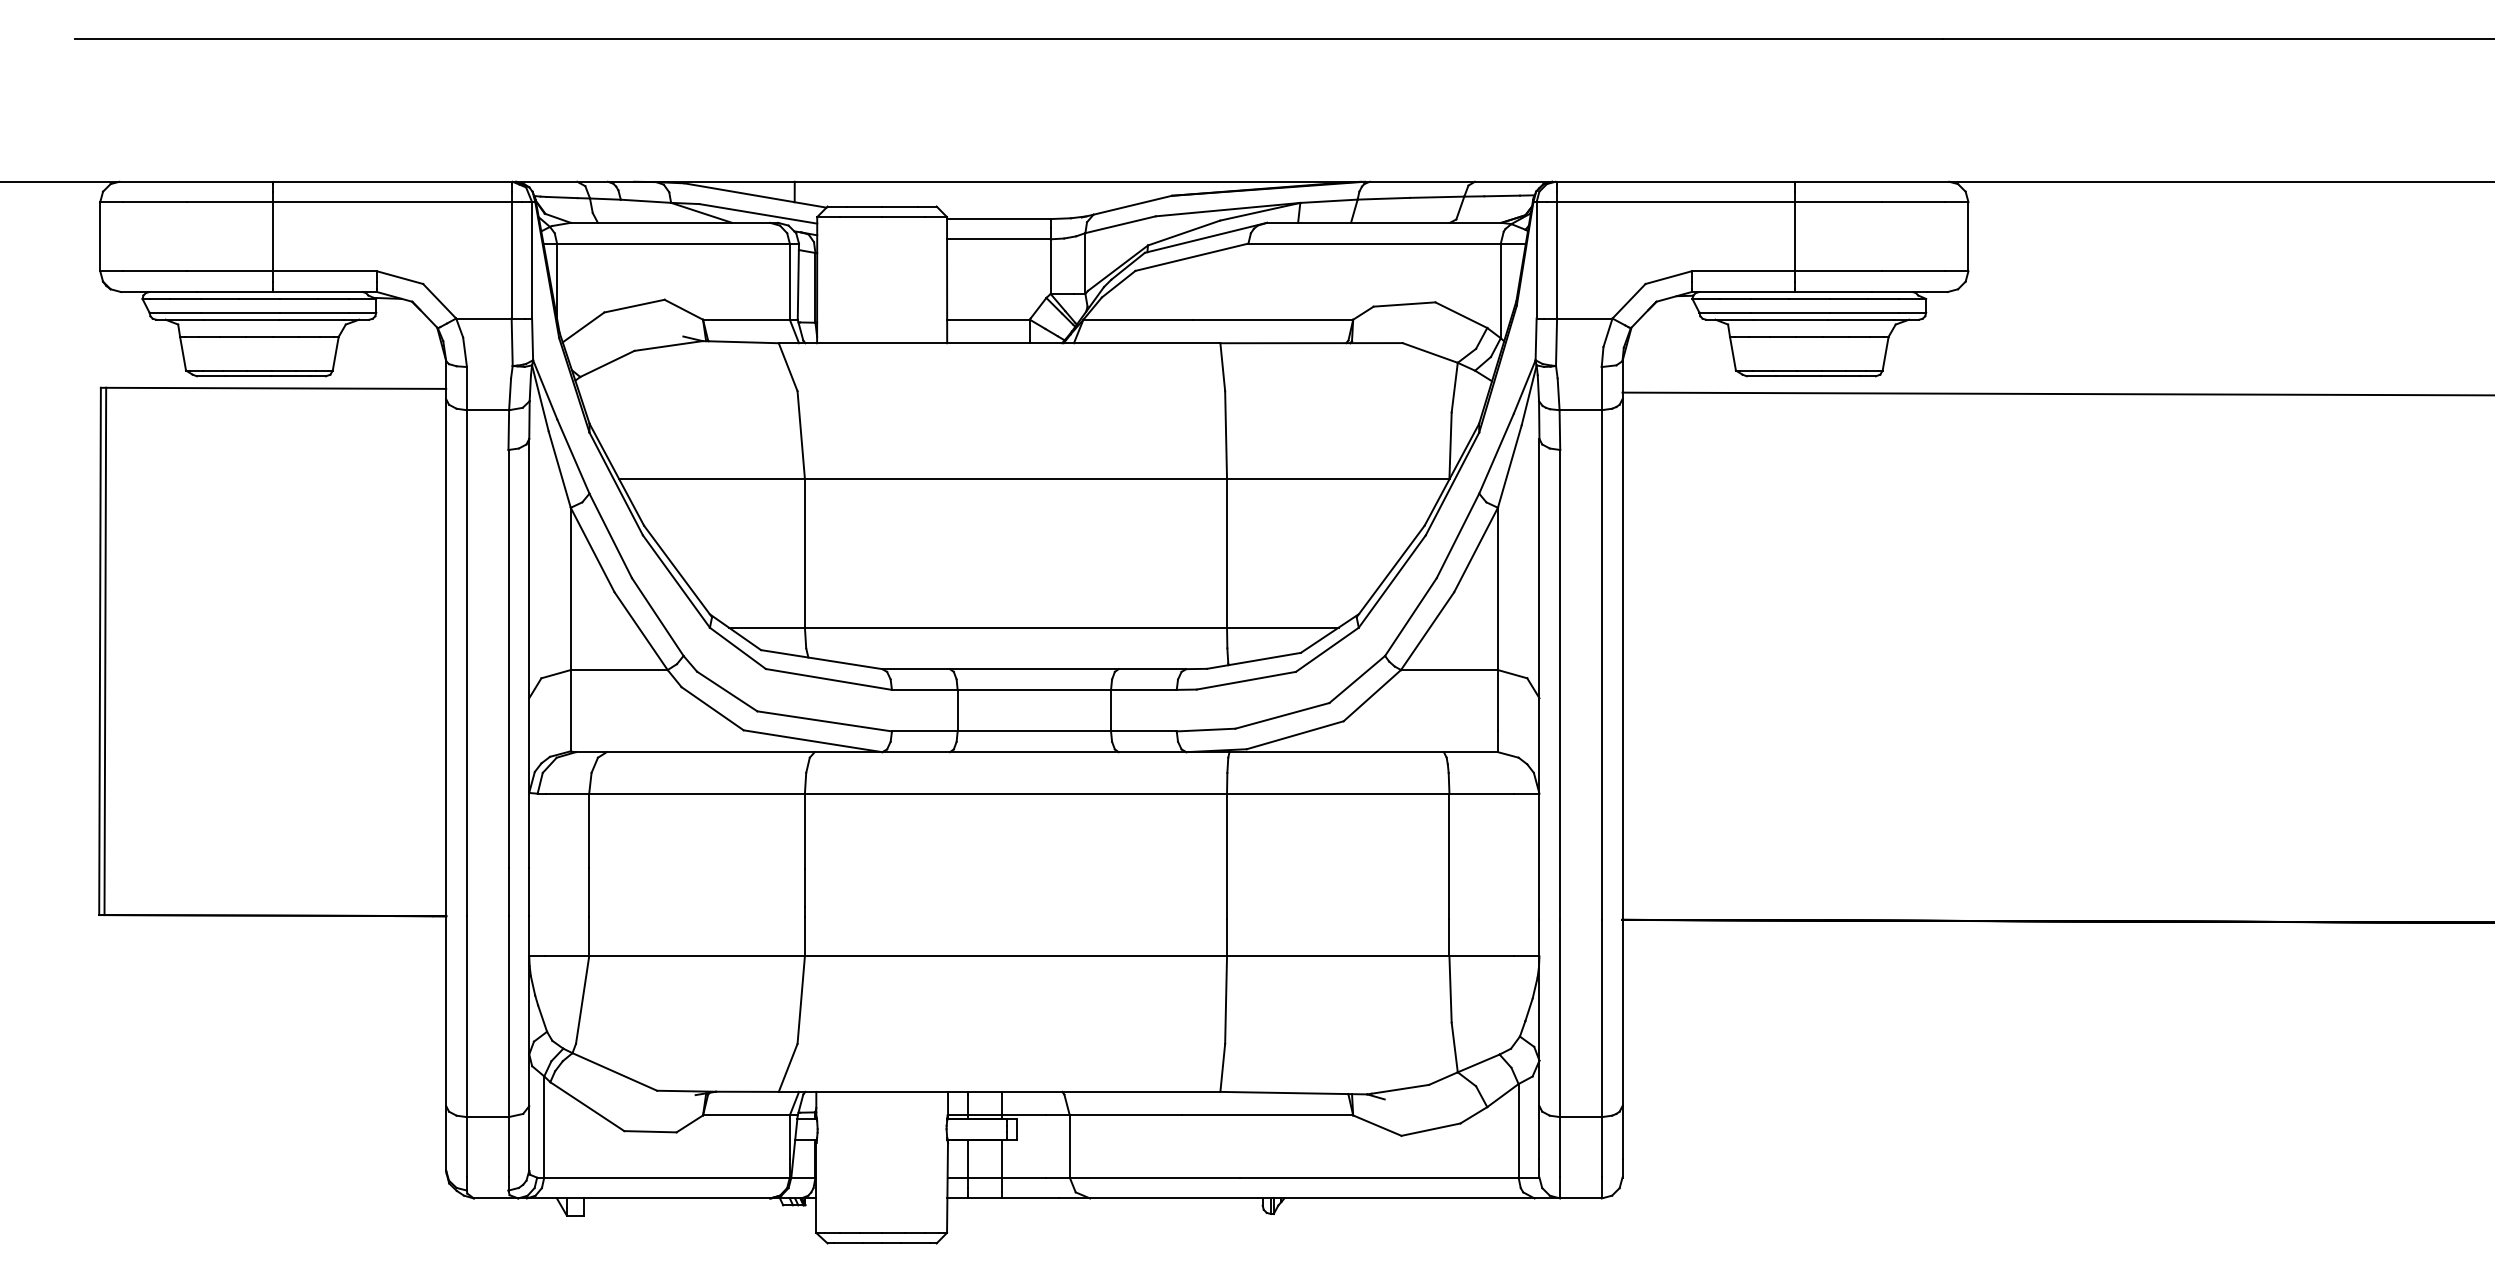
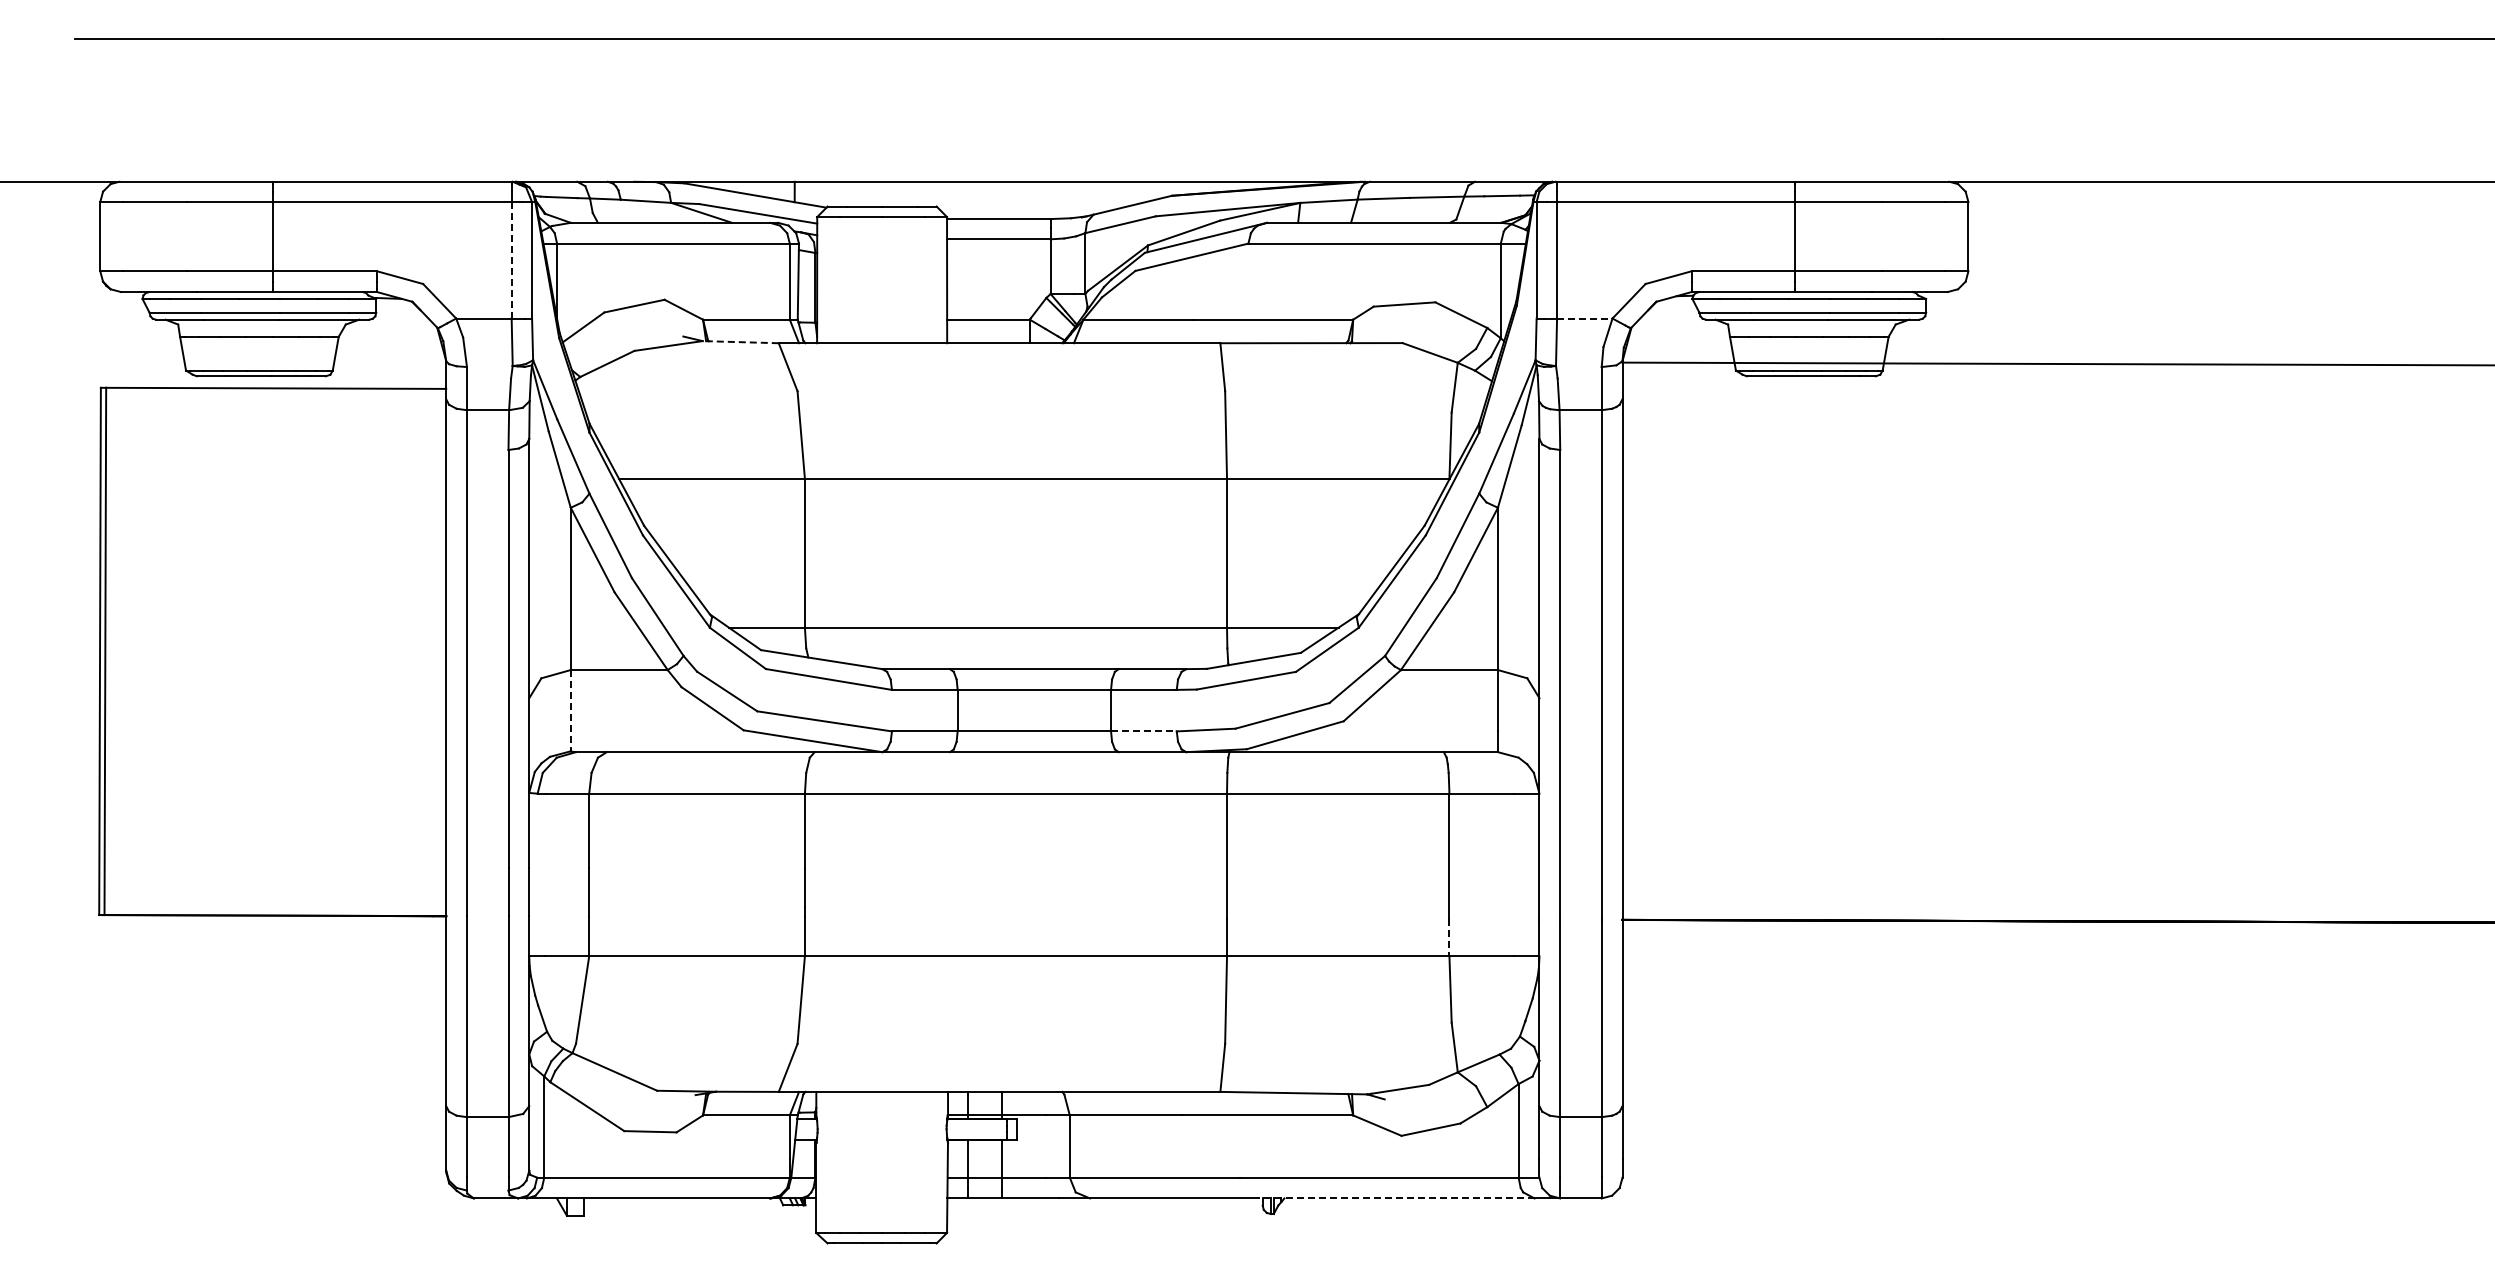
line at (511, 259): solid -> dashed
line at (1584, 318): solid -> dashed
line at (740, 342): solid -> dashed
line at (2056, 393) position: (2056, 393) -> (2056, 363)
line at (570, 710): solid -> dashed
line at (1143, 731): solid -> dashed
line at (1449, 938): solid -> dashed
line at (1395, 1198): solid -> dashed
